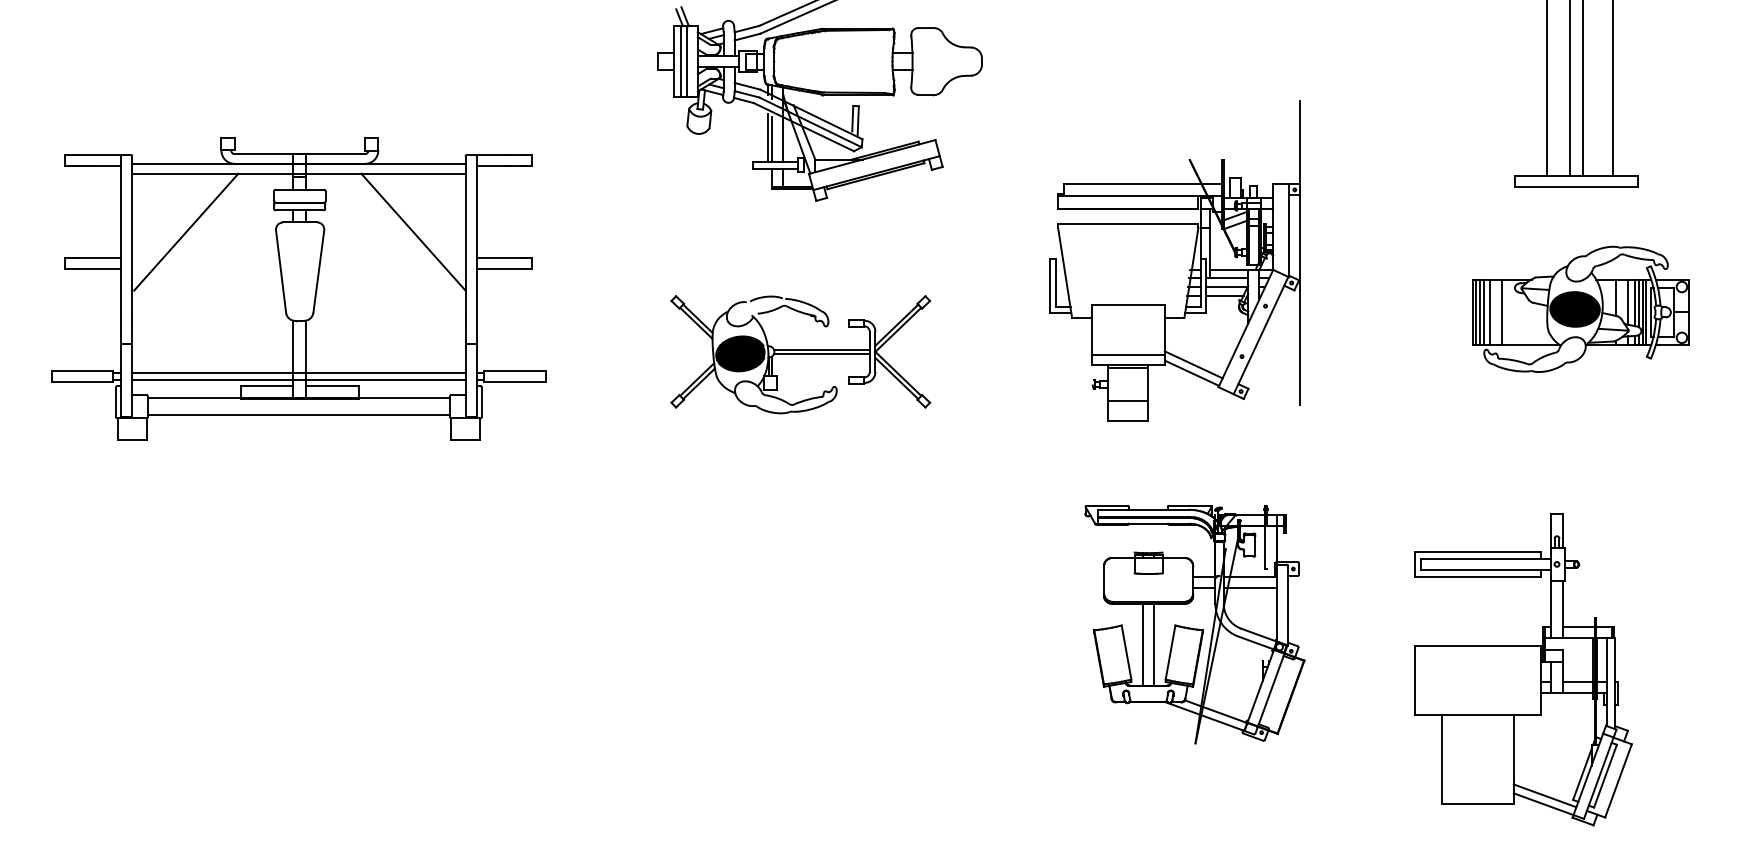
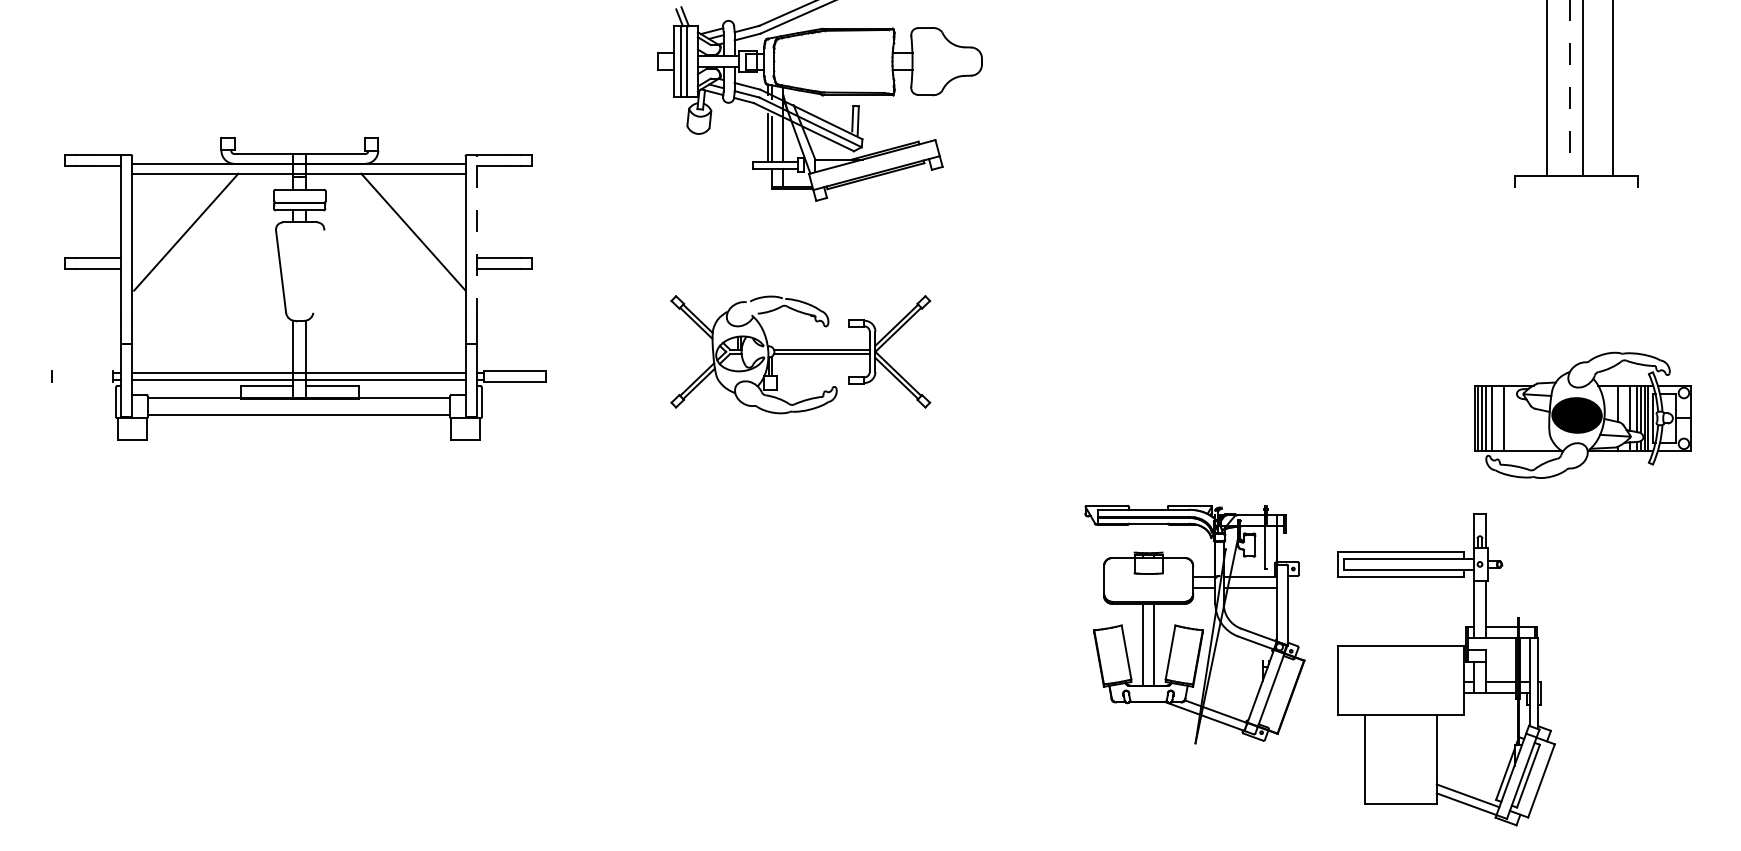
line at (1569, 88): solid -> dashed
line at (1576, 187): present -> none
line at (476, 237): solid -> dashed
part at (1174, 260): present -> none
line at (318, 271): present -> none
part at (1580, 308) position: (1580, 308) -> (1582, 414)
fill at (740, 353): present -> none
line at (82, 371): present -> none
line at (82, 381): present -> none
part at (1523, 669) position: (1523, 669) -> (1446, 669)
